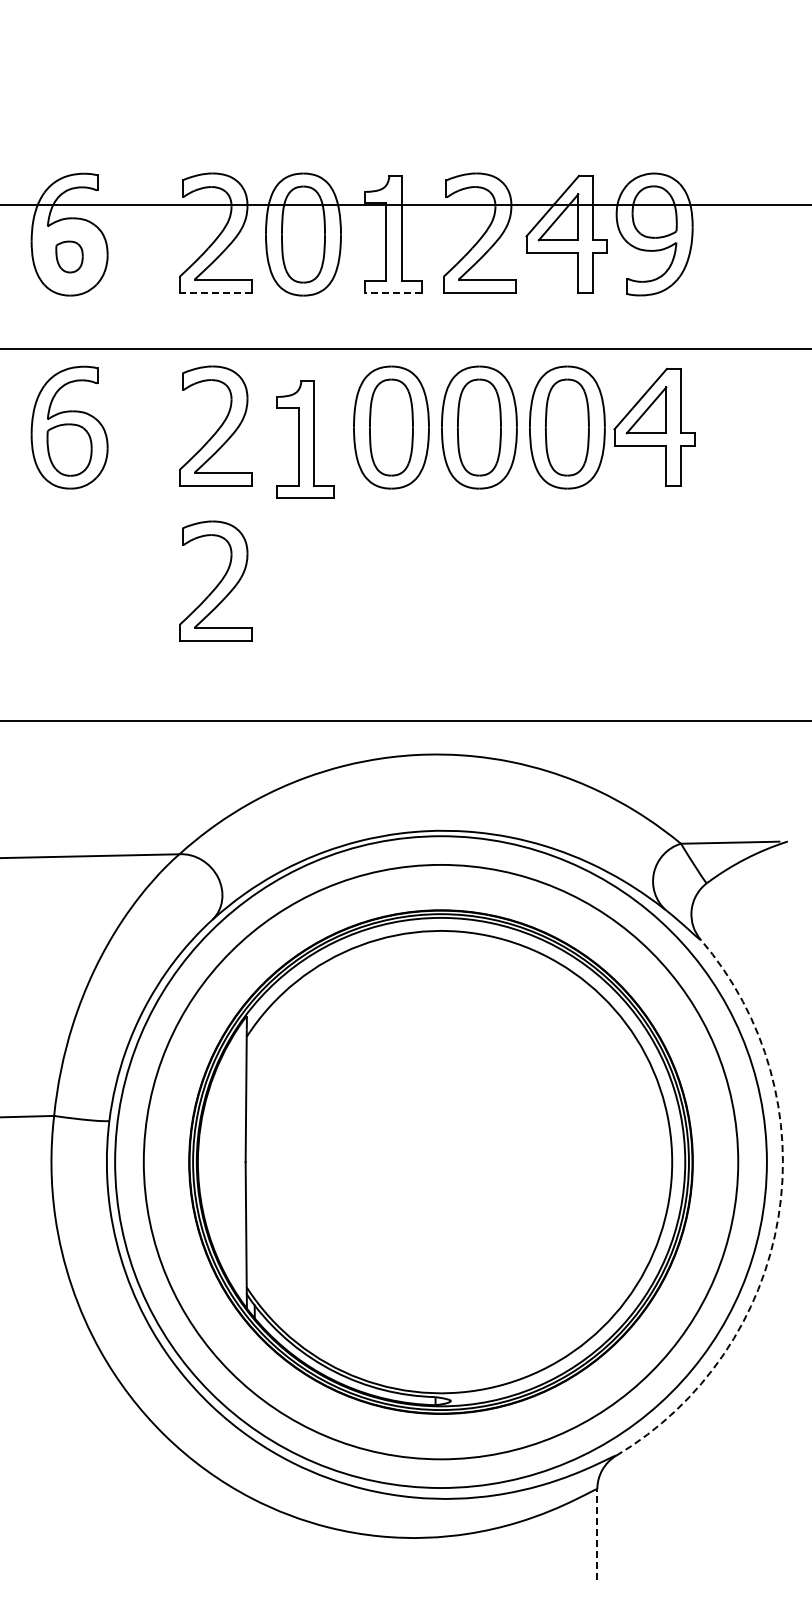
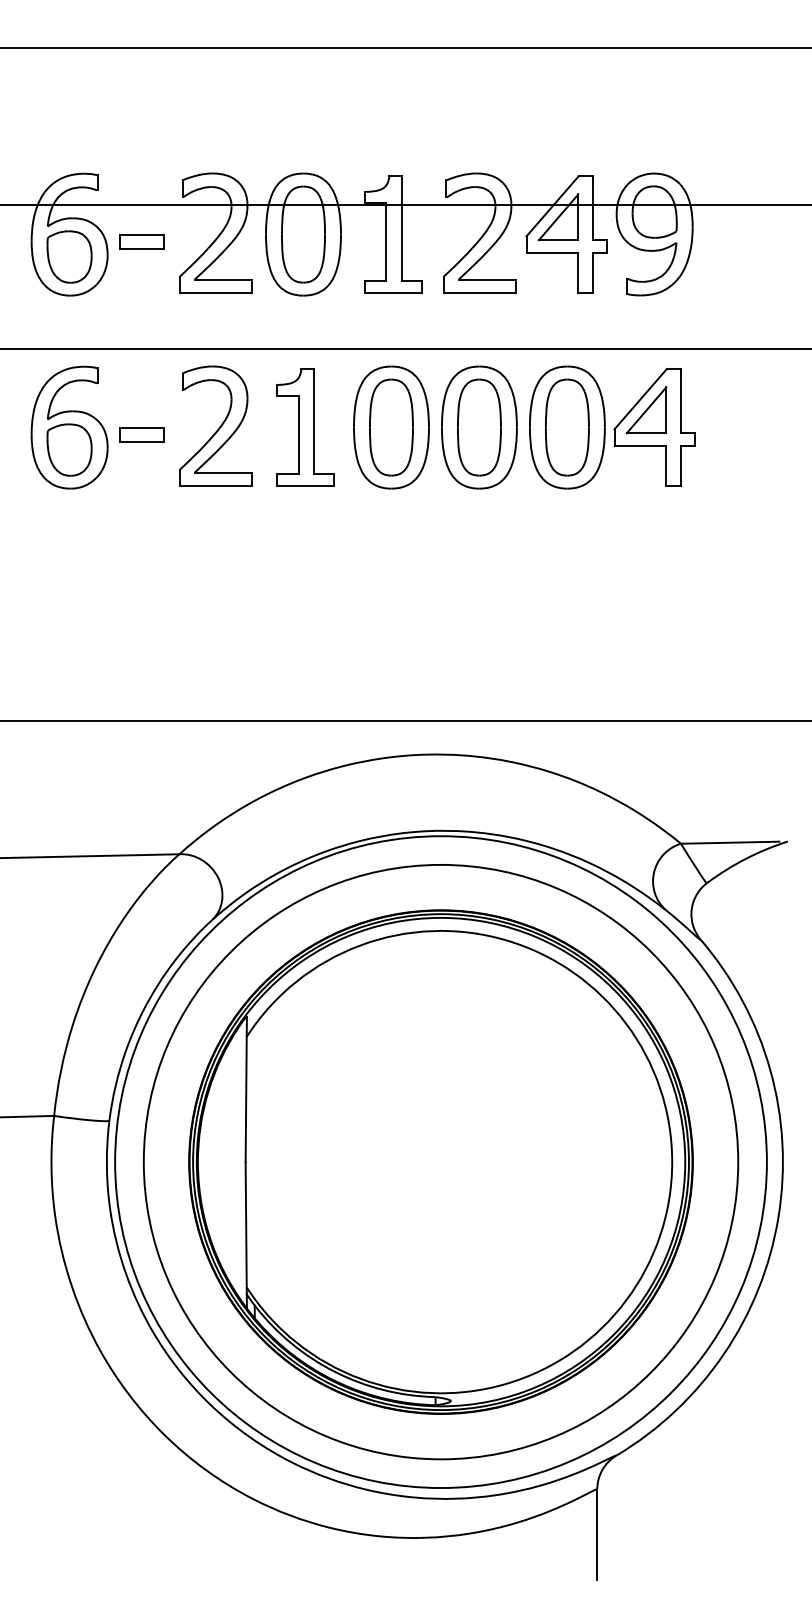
line at (405, 48): none -> present
part at (141, 241): none -> present
part at (69, 256) size: 29x34 px -> 47x54 px
line at (215, 293): dashed -> solid
line at (393, 293): dashed -> solid
part at (141, 434): none -> present
part at (305, 439) position: (305, 439) -> (305, 427)
part at (215, 580): present -> none
arc at (778, 1217): dashed -> solid
line at (597, 1534): dashed -> solid
